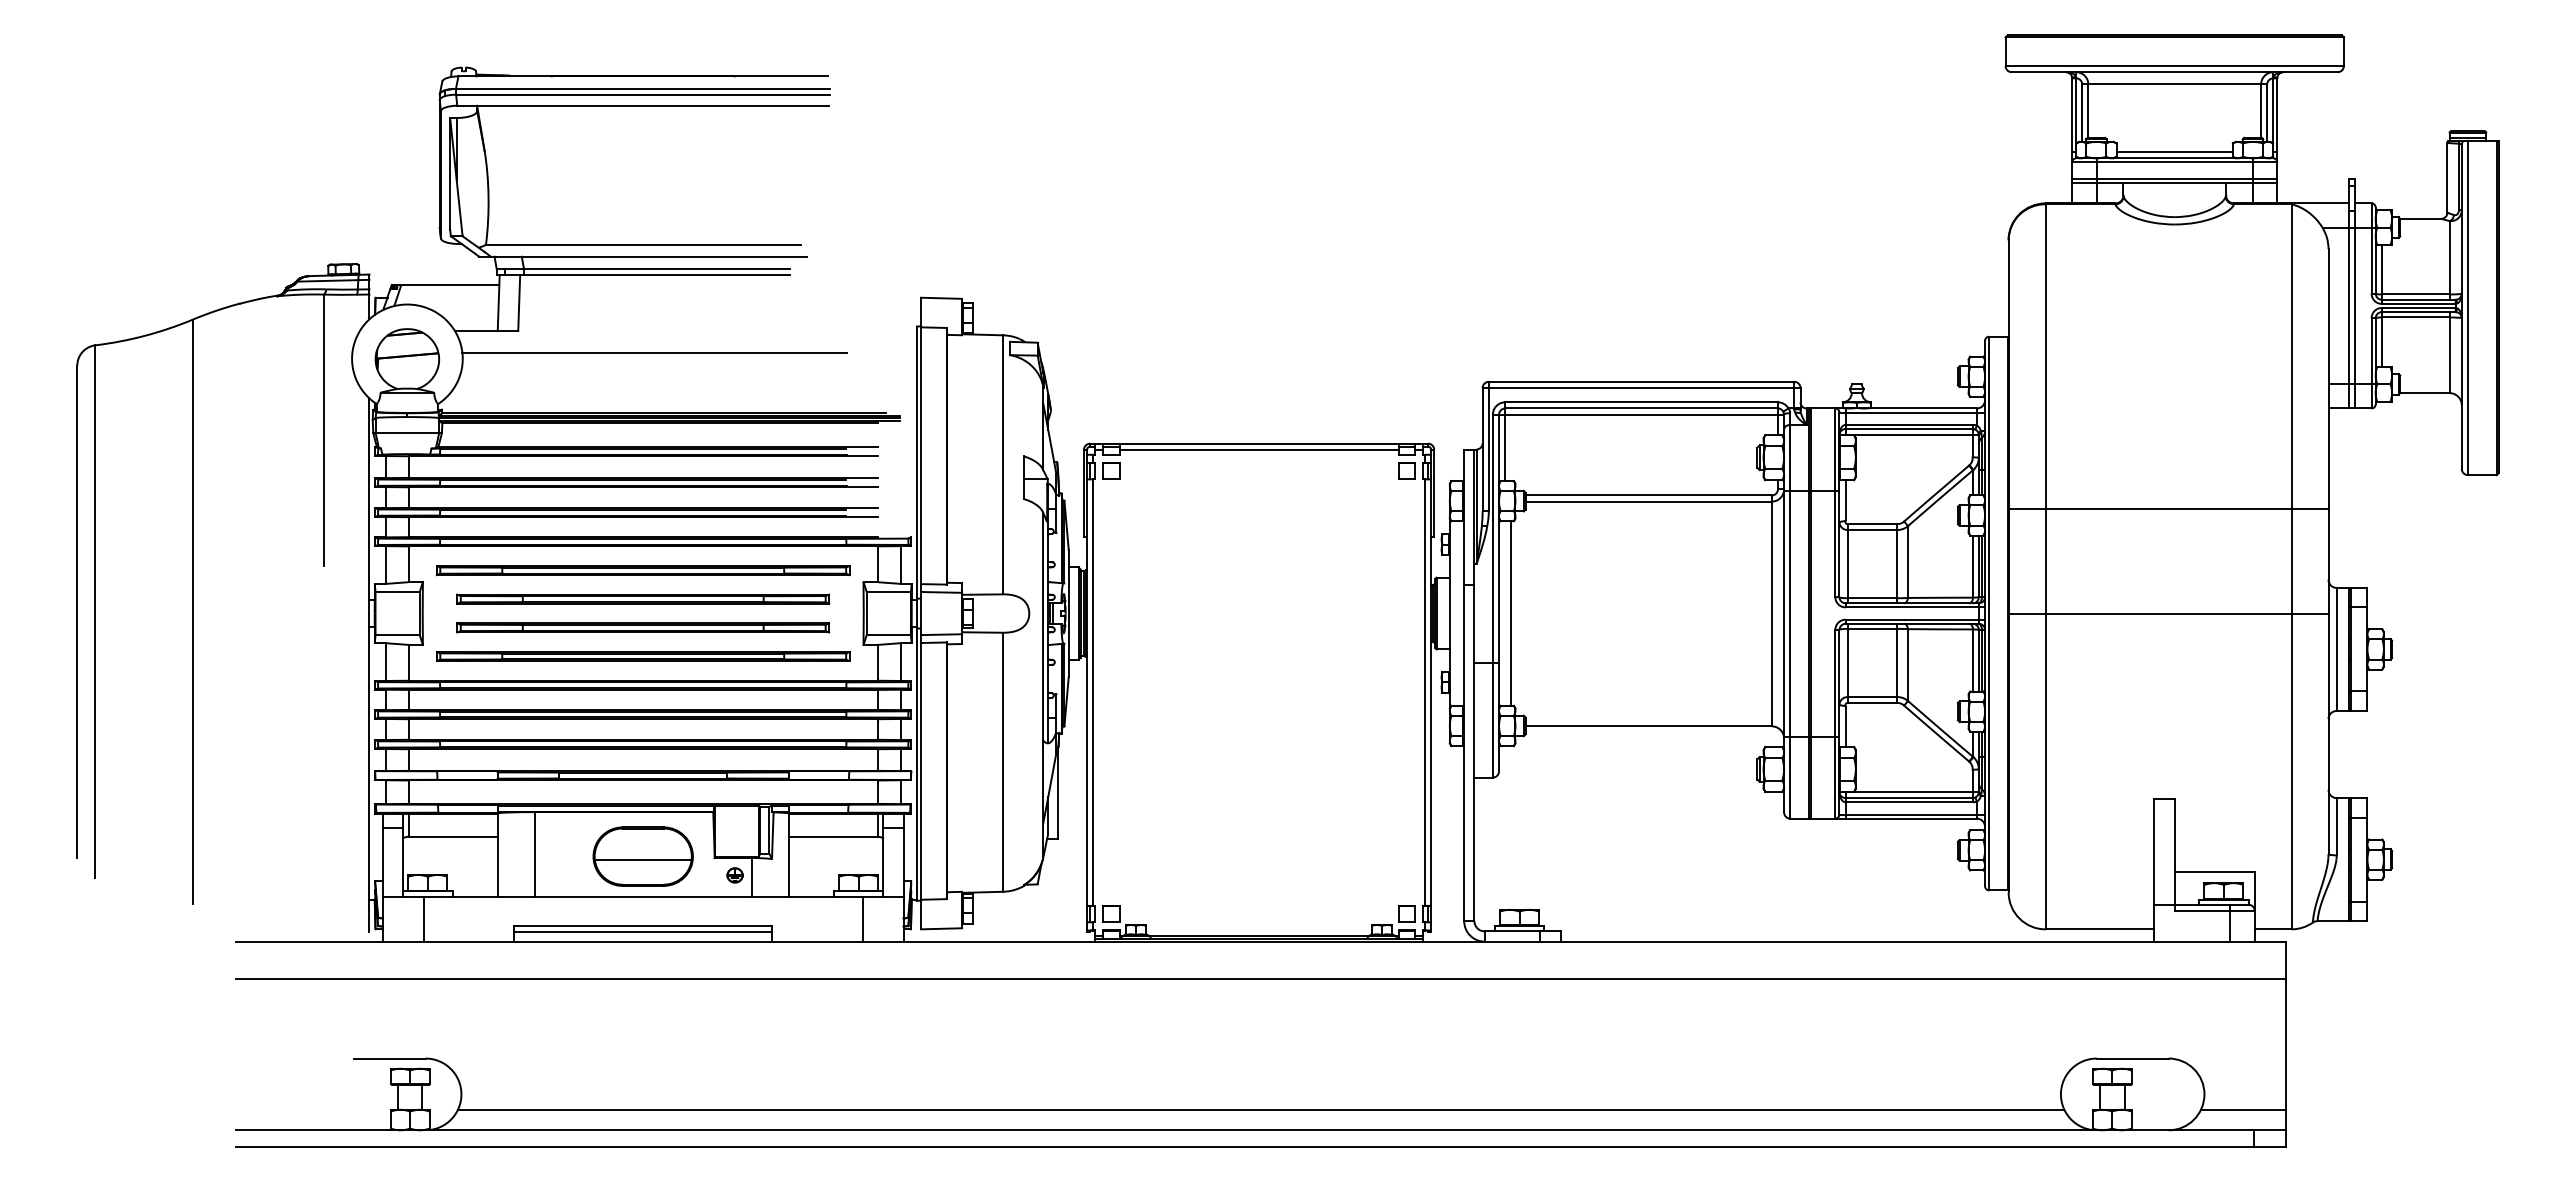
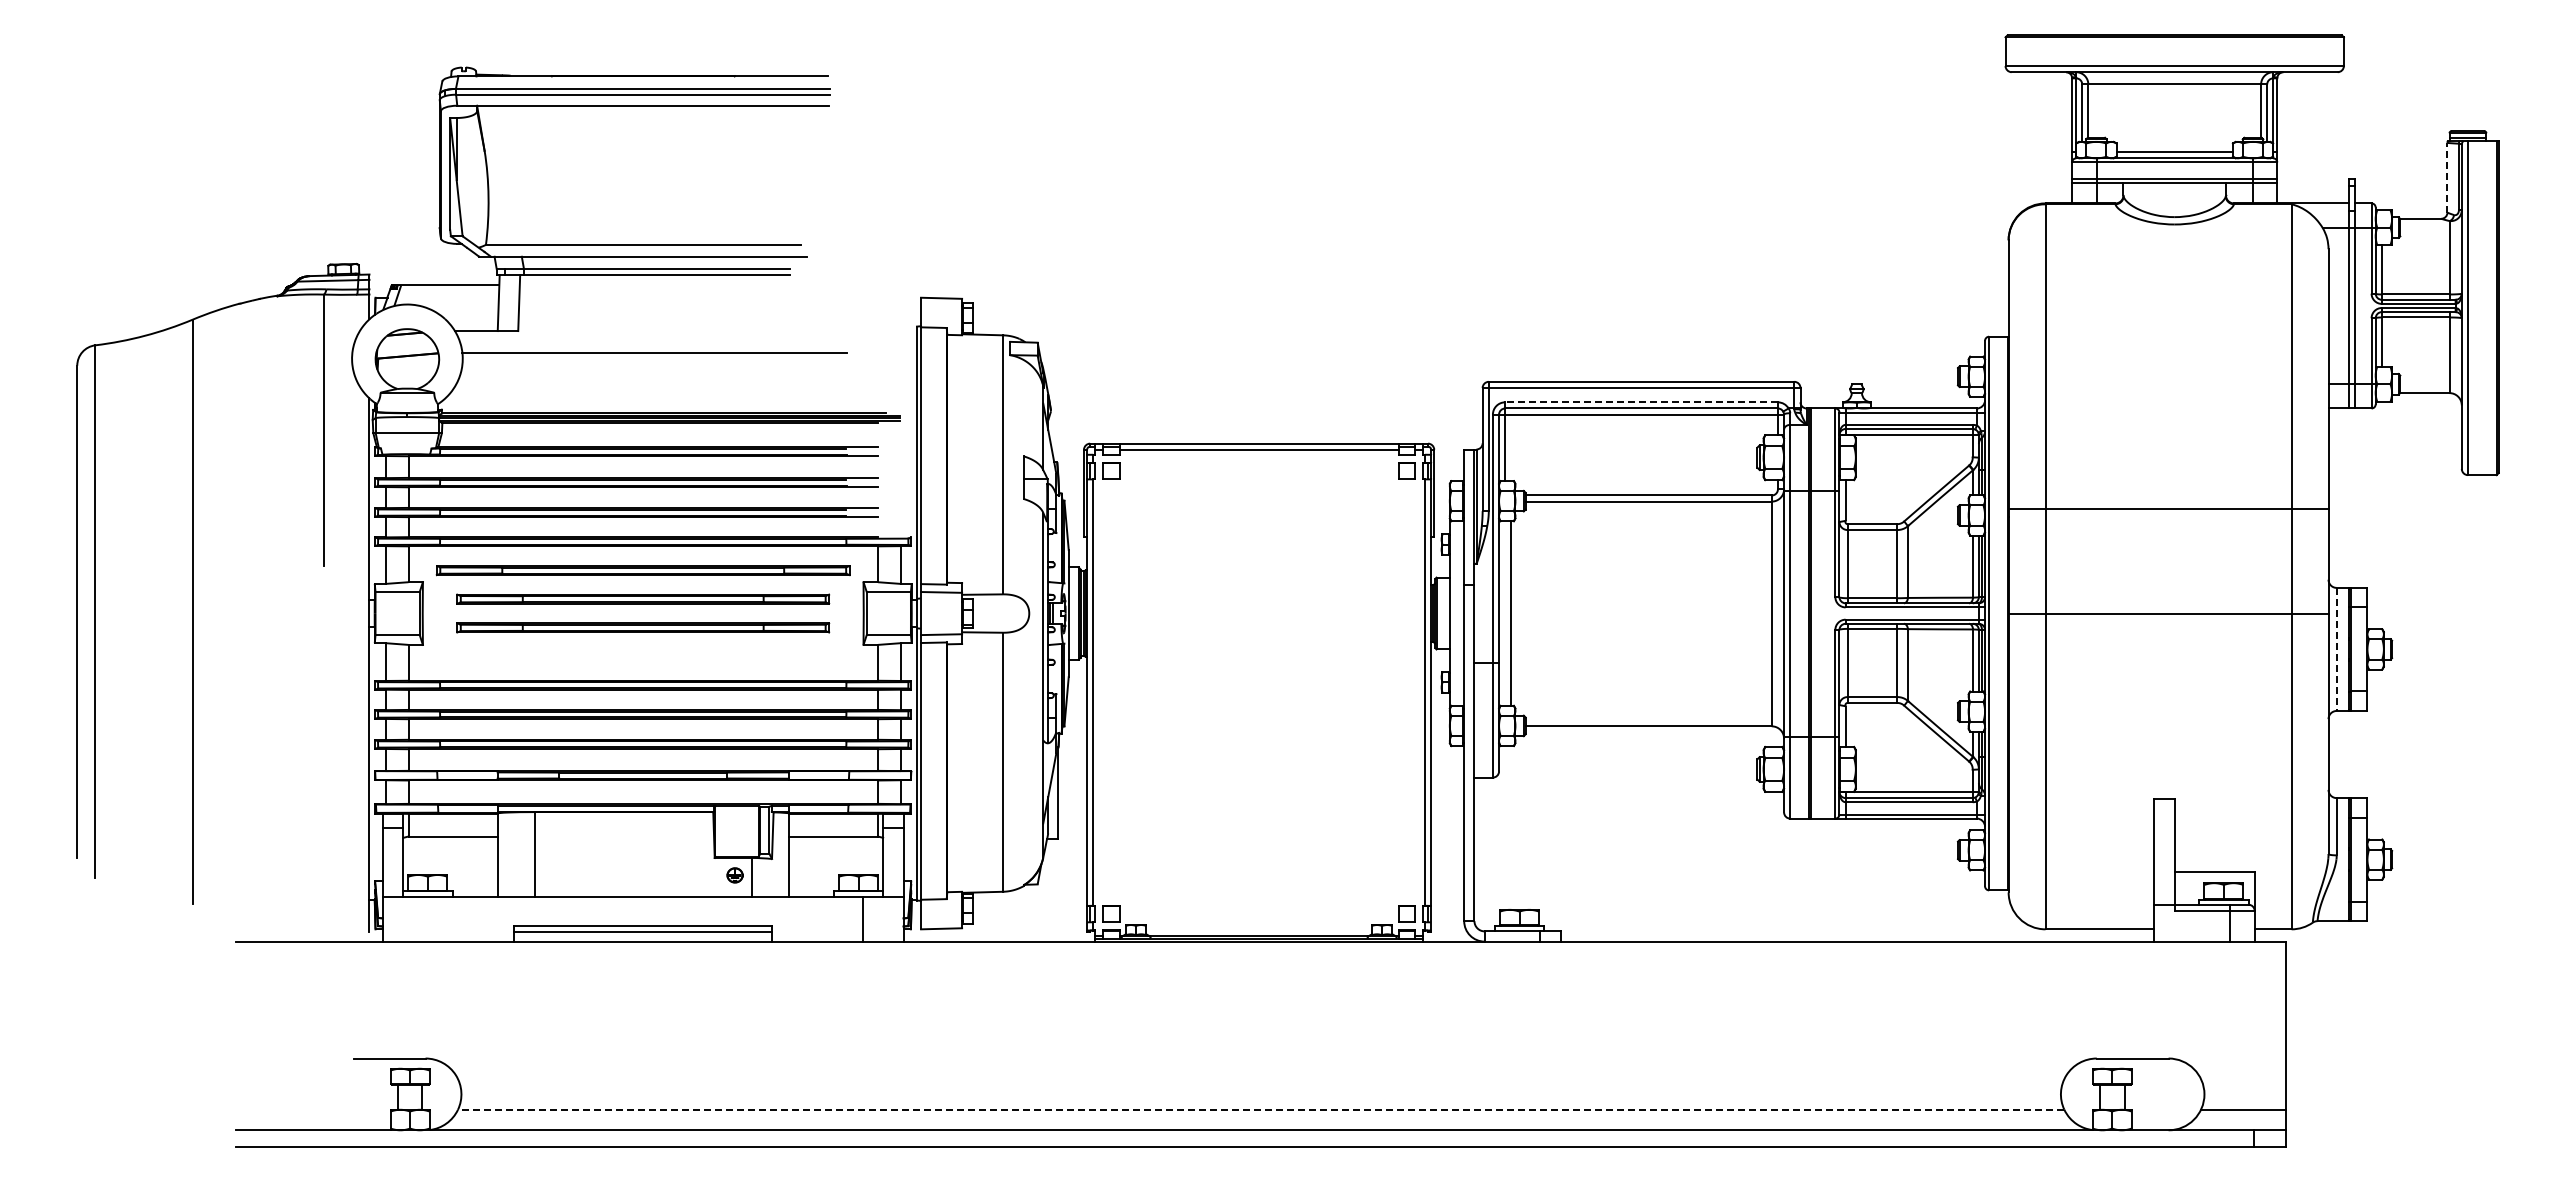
line at (2447, 177): solid -> dashed
line at (1641, 402): solid -> dashed
line at (2336, 649): solid -> dashed
part at (642, 656): present -> none
part at (642, 856): present -> none
line at (423, 918): present -> none
line at (1260, 978): present -> none
line at (1260, 1109): solid -> dashed
